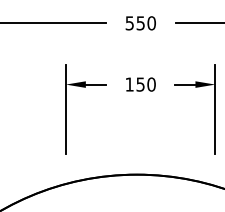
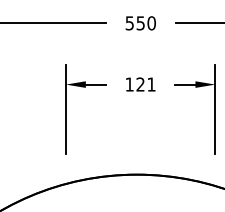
text at (145, 84): 150 -> 121
